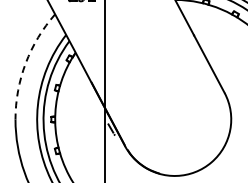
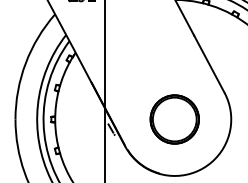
arc at (25, 63): dashed -> solid
part at (174, 119): none -> present
